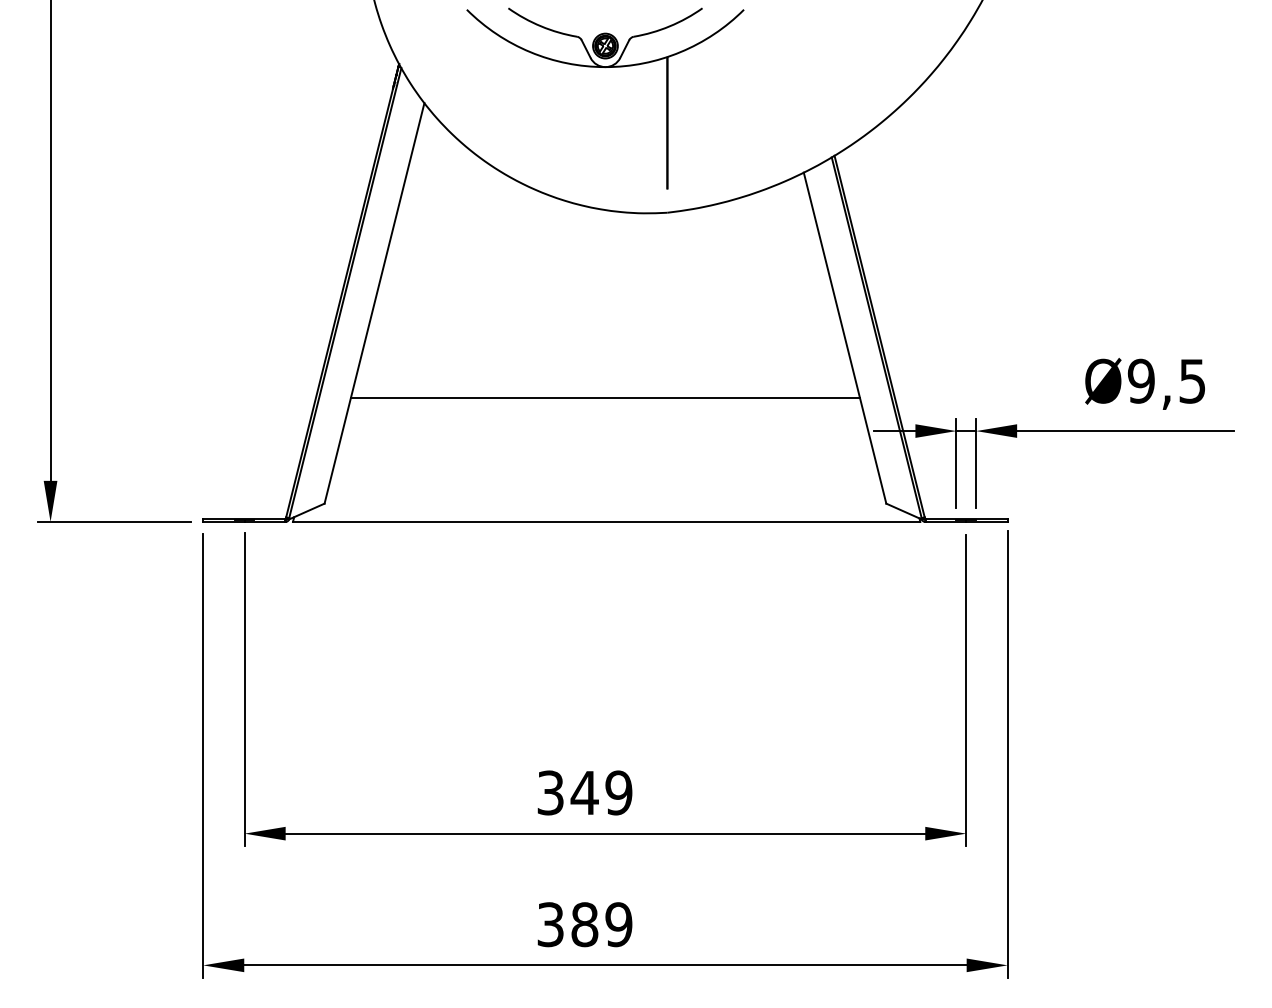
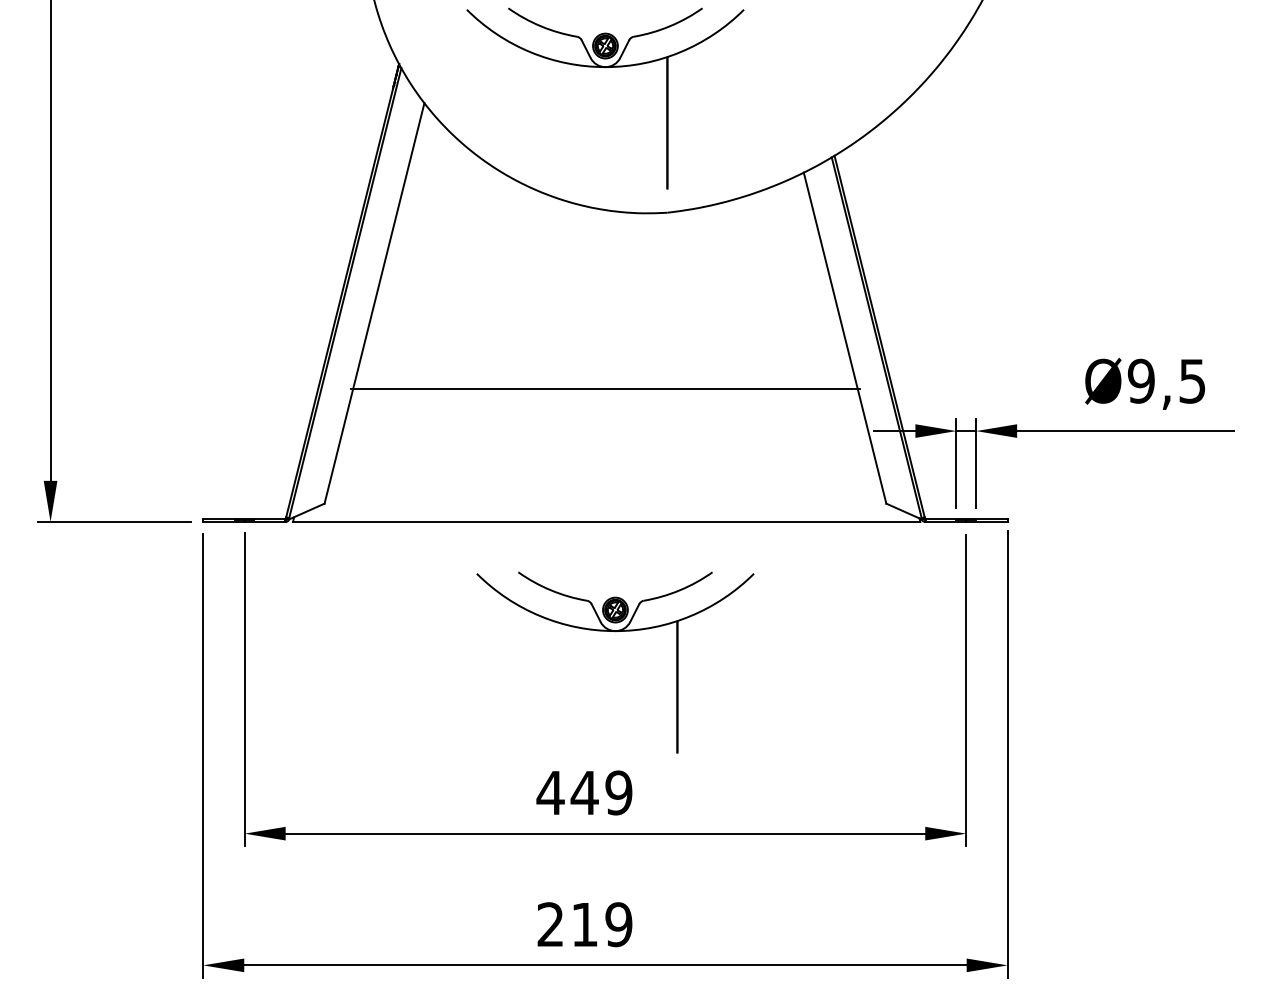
line at (605, 397) position: (605, 397) -> (605, 388)
part at (615, 632): none -> present
text at (550, 792): 349 -> 449
text at (567, 924): 389 -> 219
